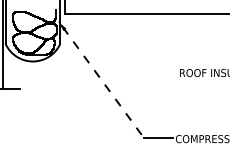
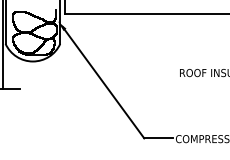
line at (103, 82): dashed -> solid
